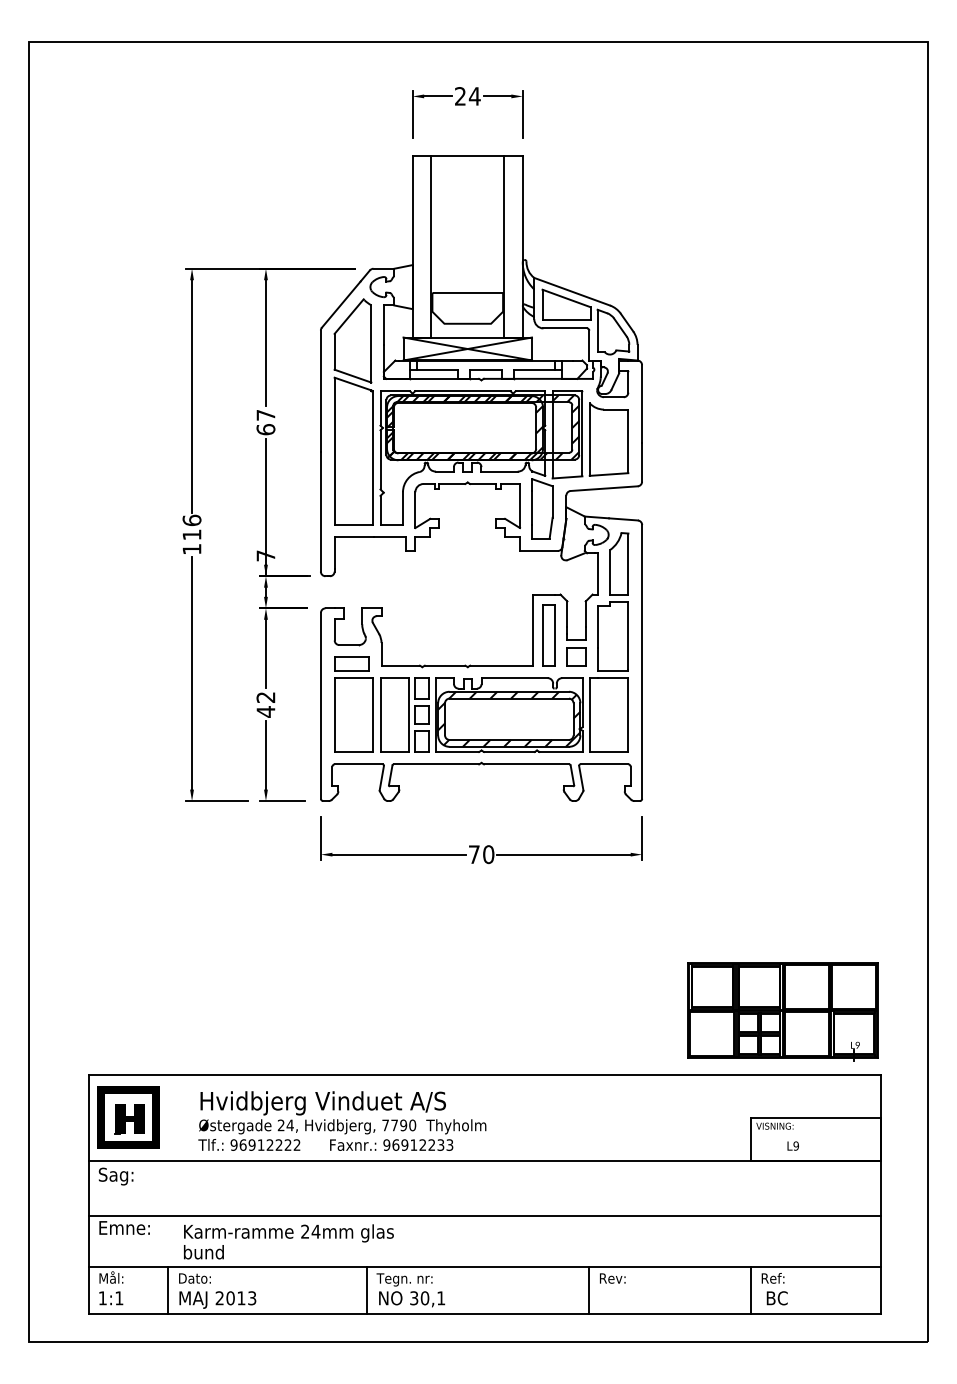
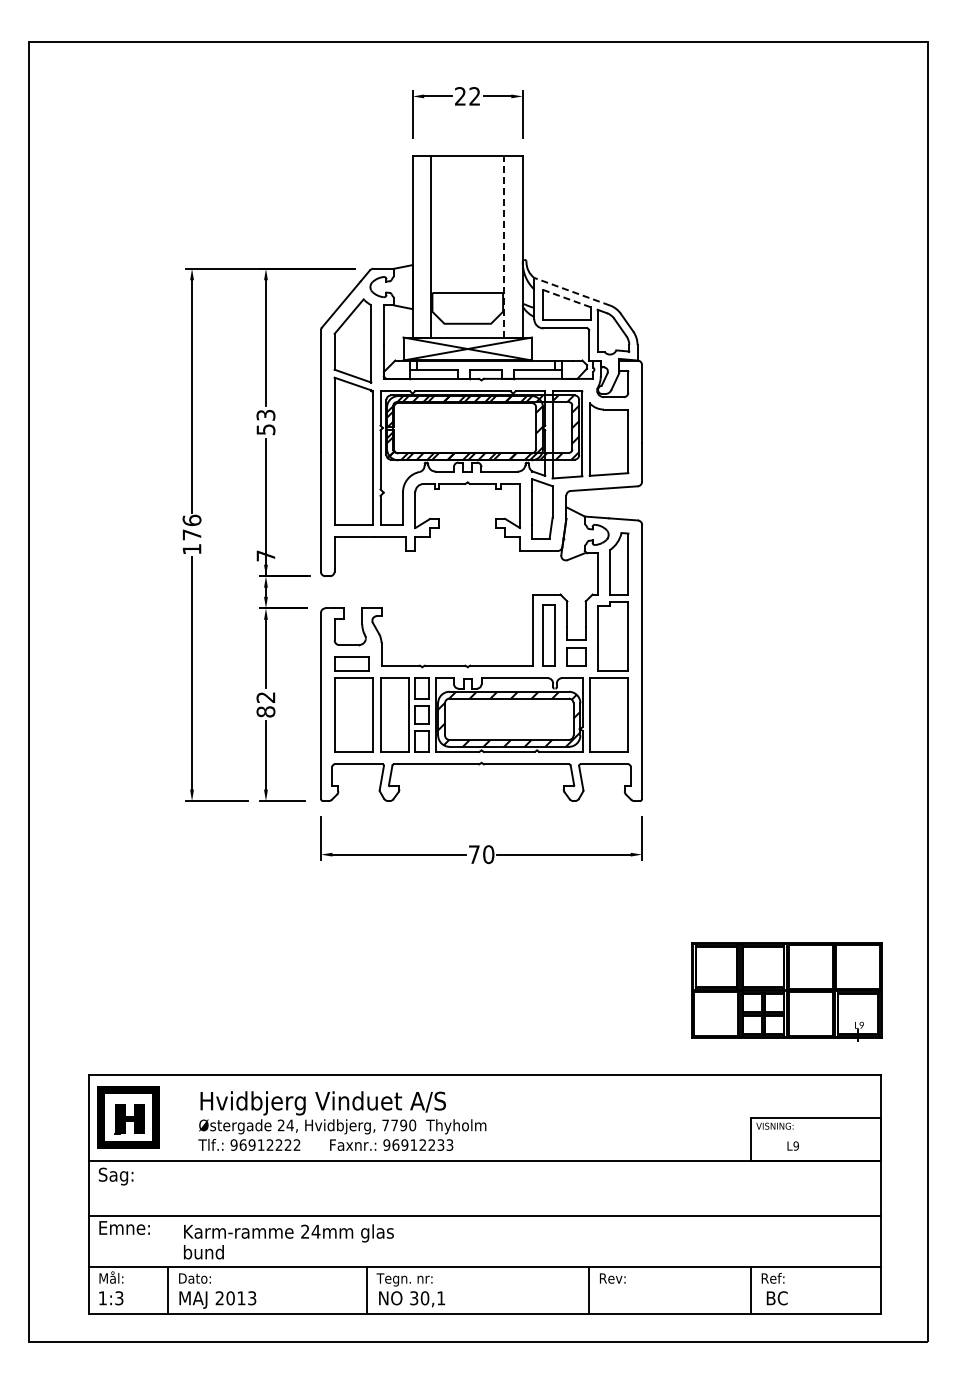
text at (474, 96): 24 -> 22
line at (504, 246): solid -> dashed
line at (571, 291): solid -> dashed
line at (566, 298): solid -> dashed
text at (265, 422): 67 -> 53
text at (191, 534): 116 -> 176
text at (265, 711): 42 -> 82
part at (782, 1011) position: (782, 1011) -> (786, 991)
text at (119, 1298): 1:1 -> 1:3
